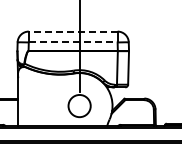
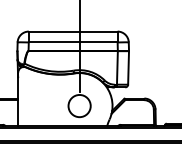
line at (72, 31): dashed -> solid
line at (73, 42): dashed -> solid
